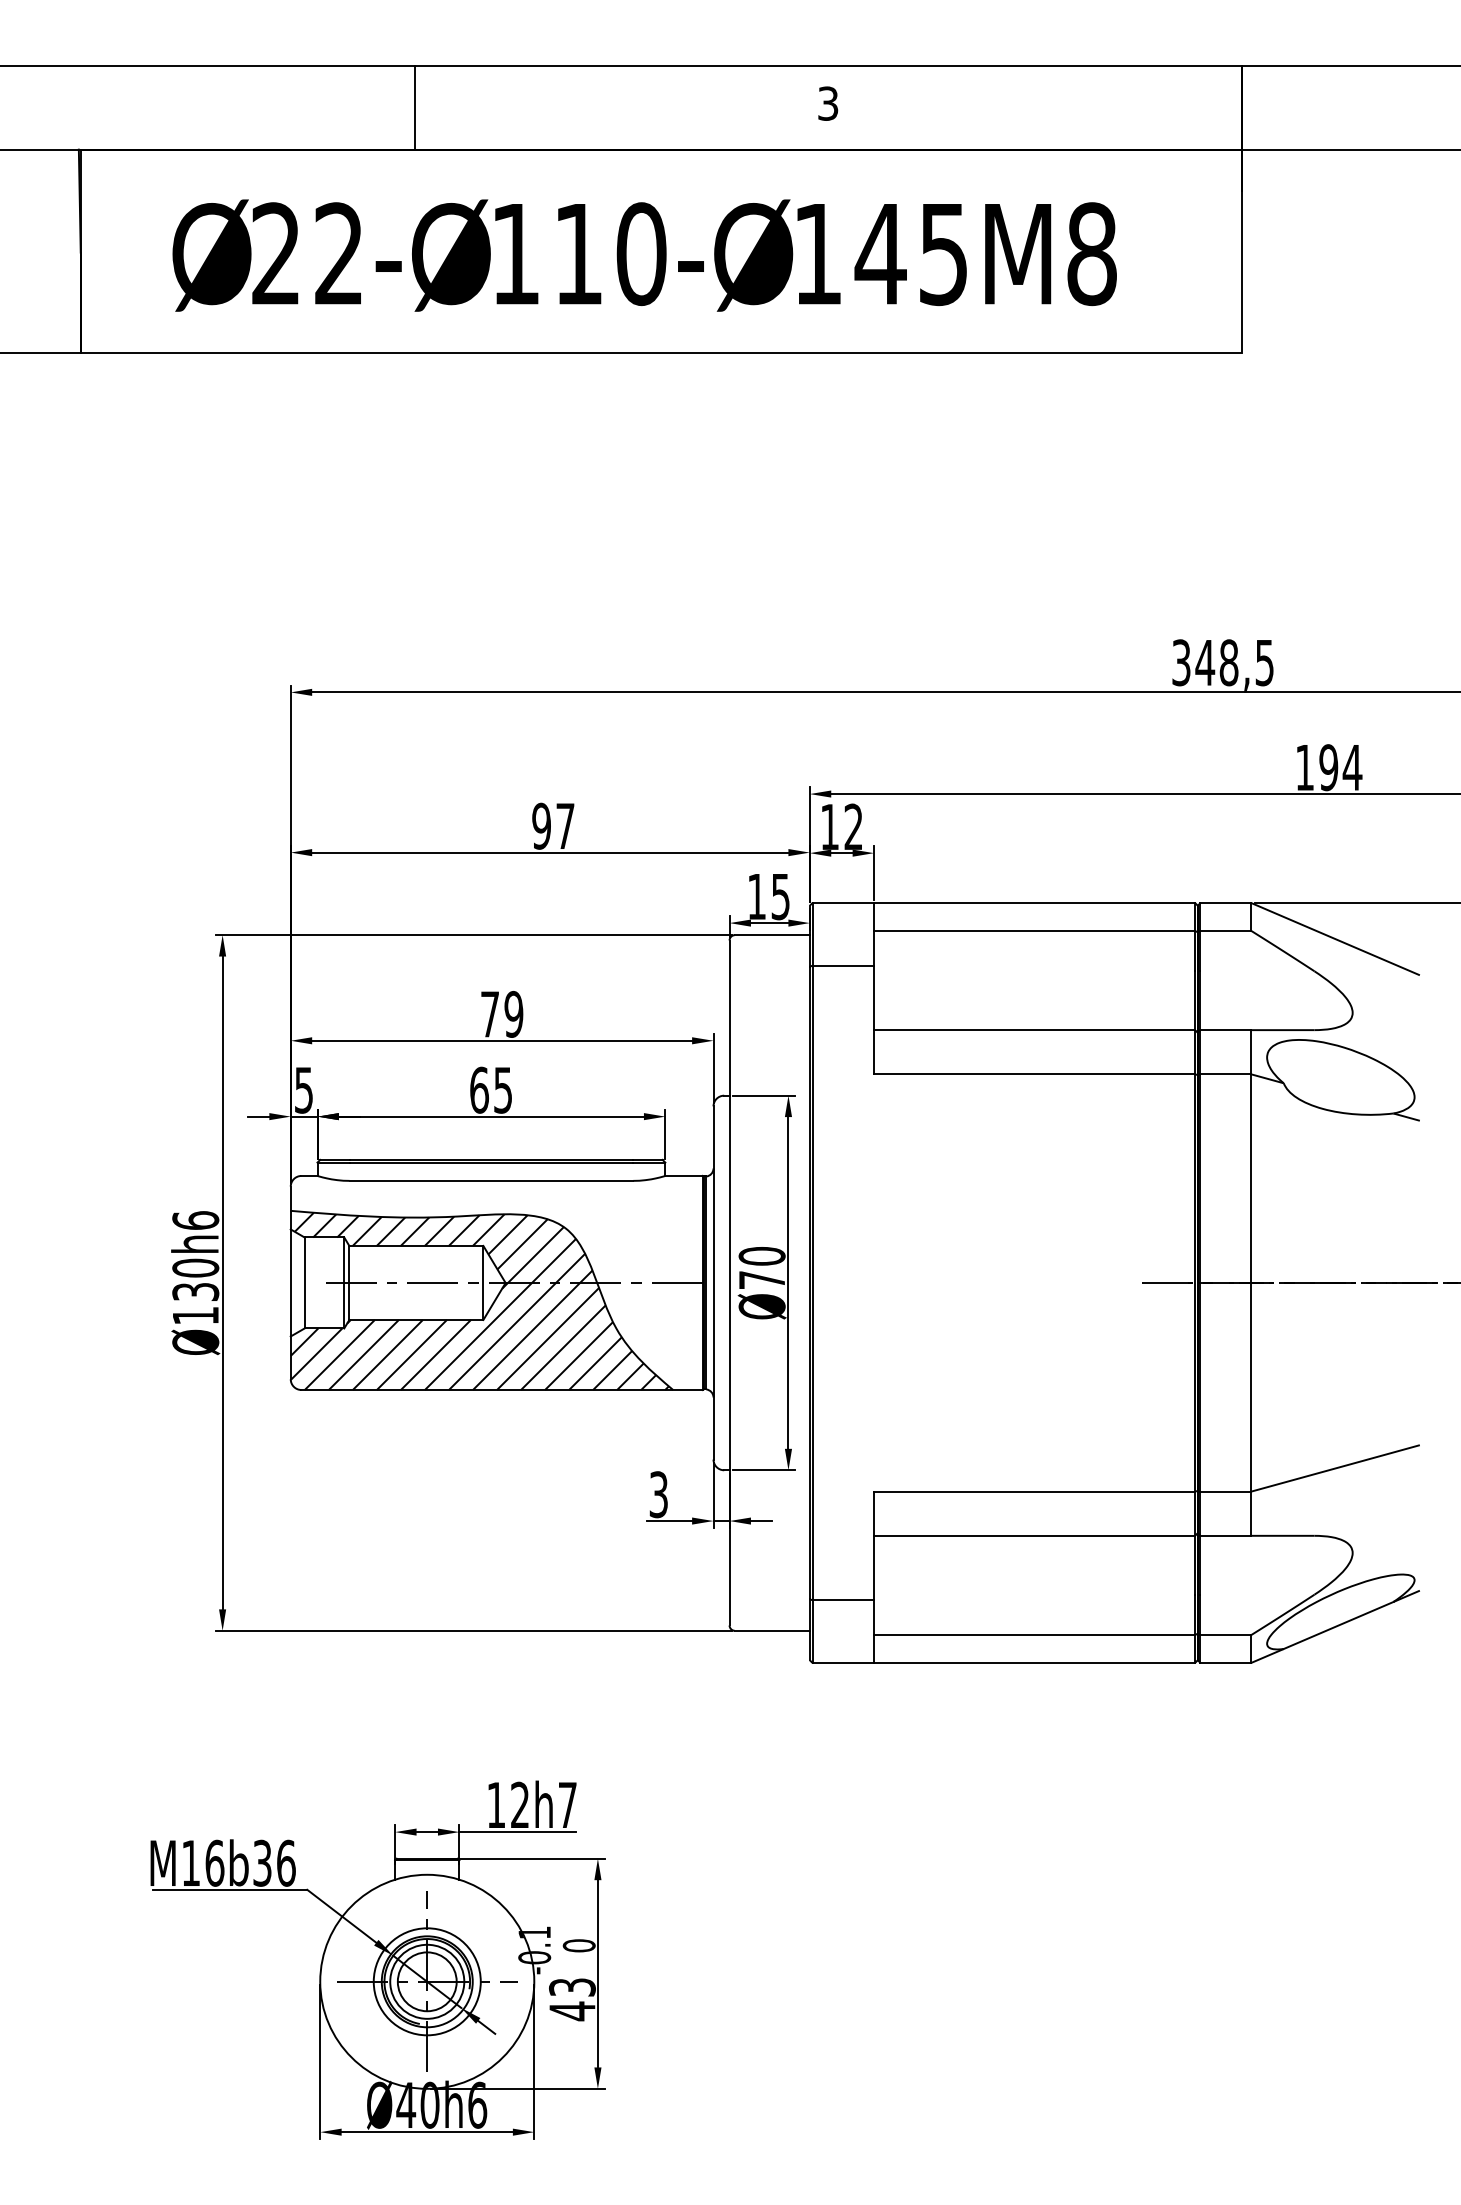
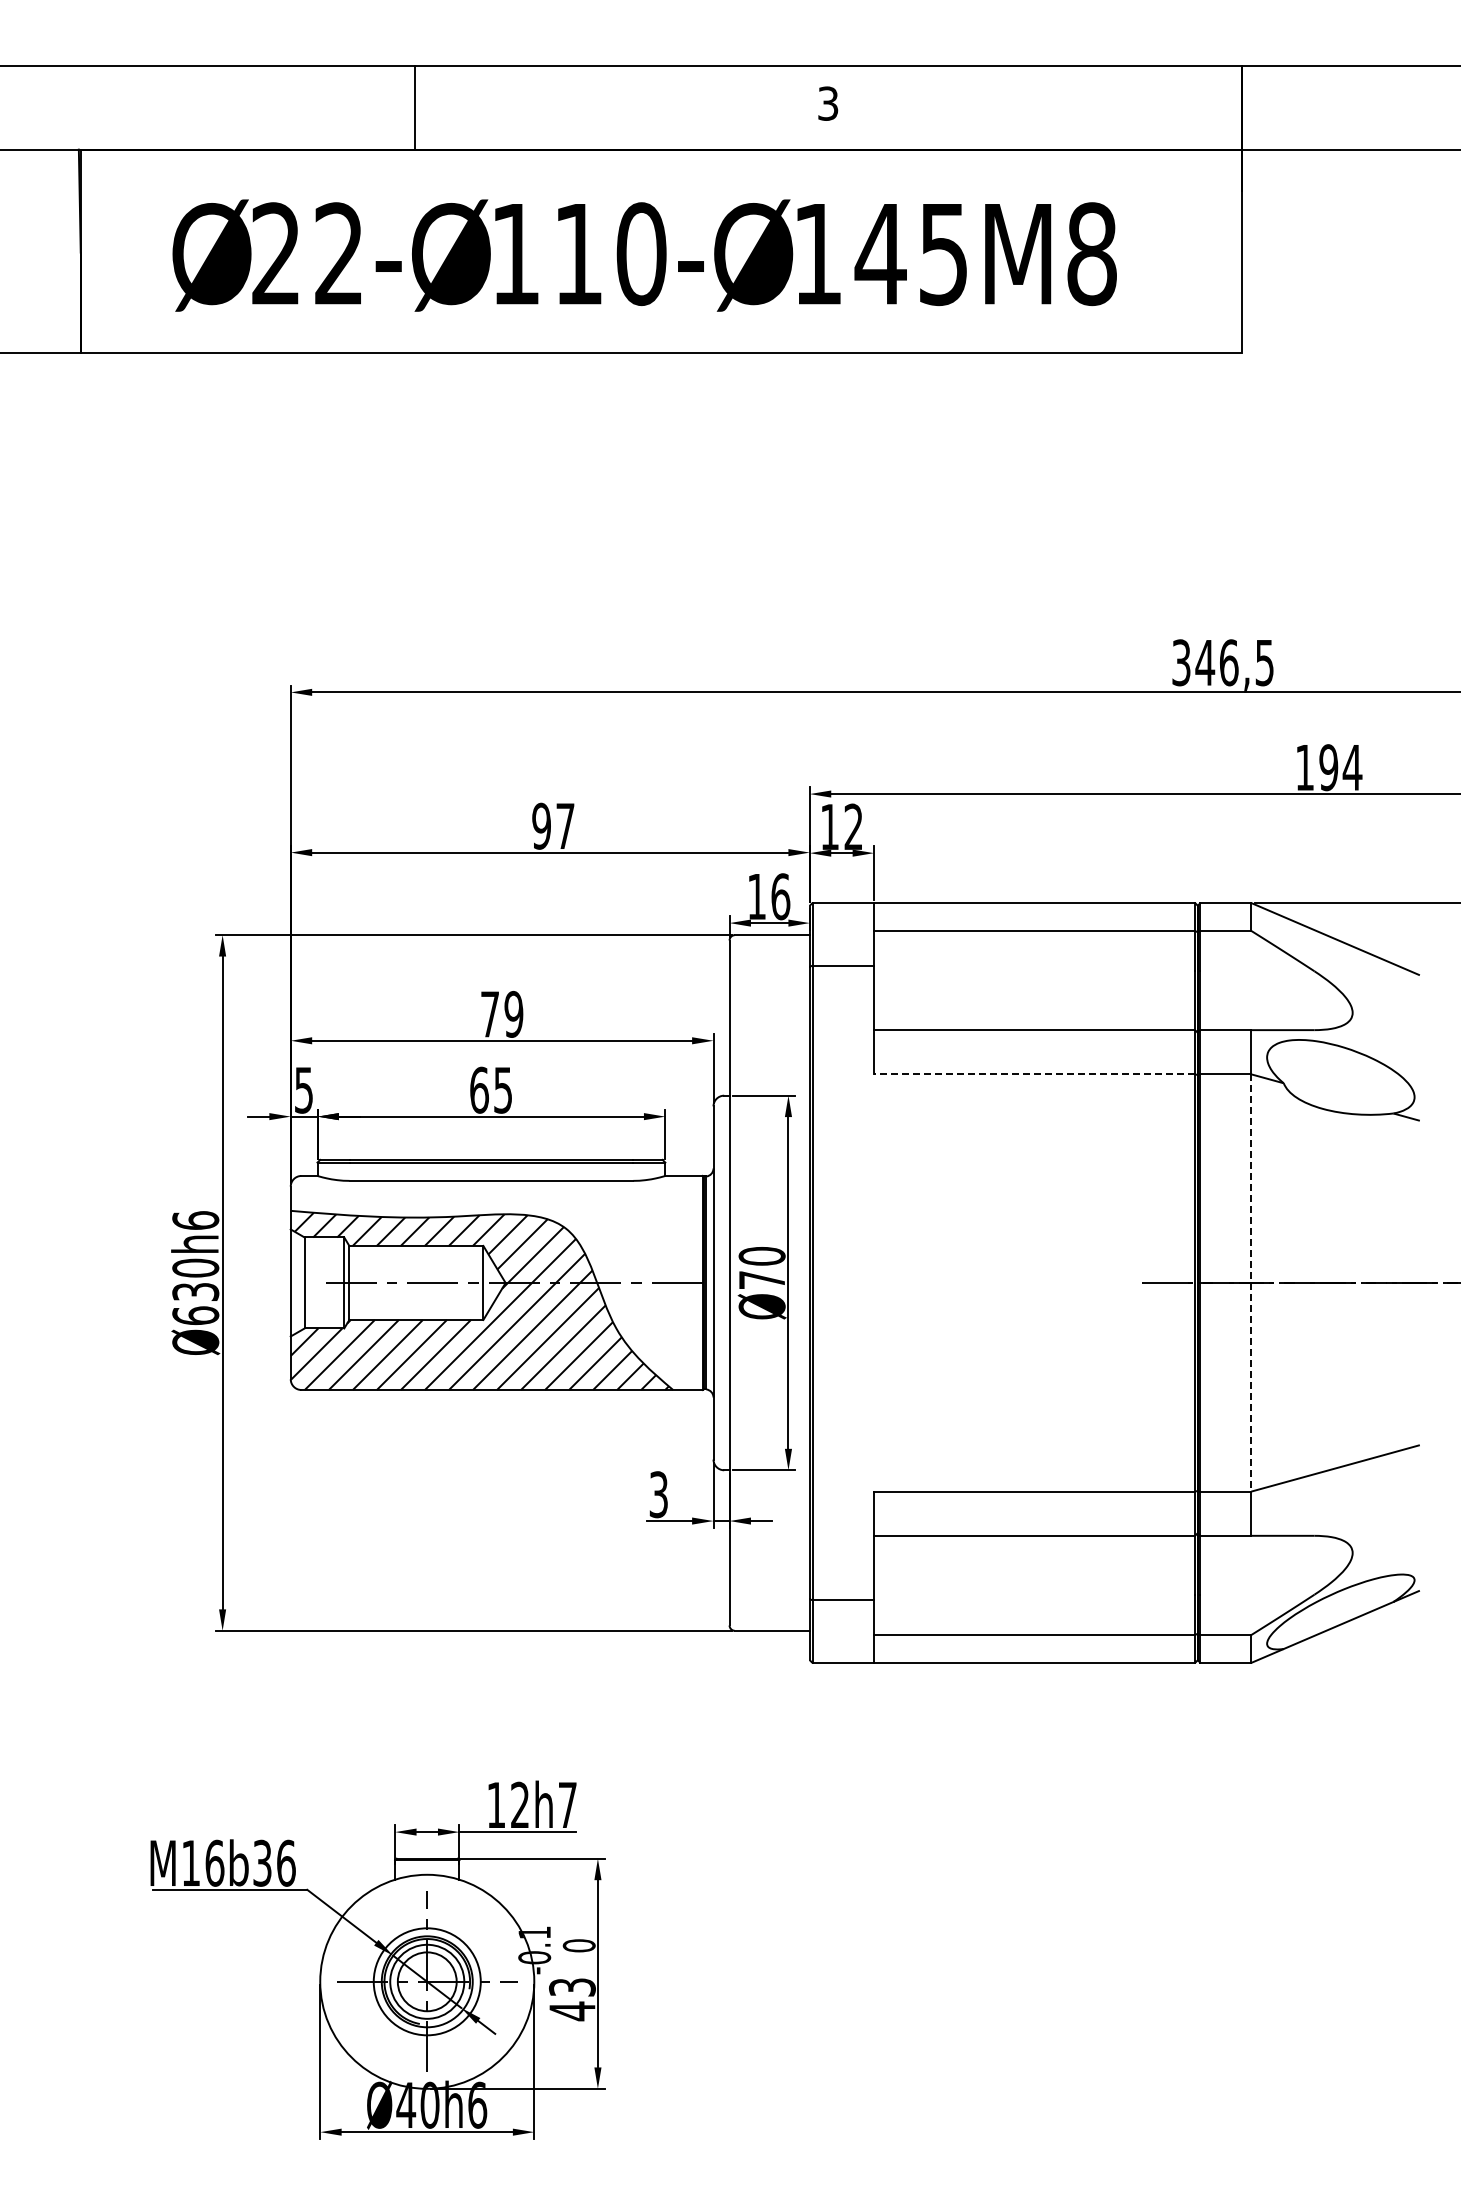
text at (1228, 662): 348,5 -> 346,5
text at (780, 896): 15 -> 16
line at (1034, 1074): solid -> dashed
line at (1251, 1282): solid -> dashed
text at (195, 1315): Ø130 -> Ø630
